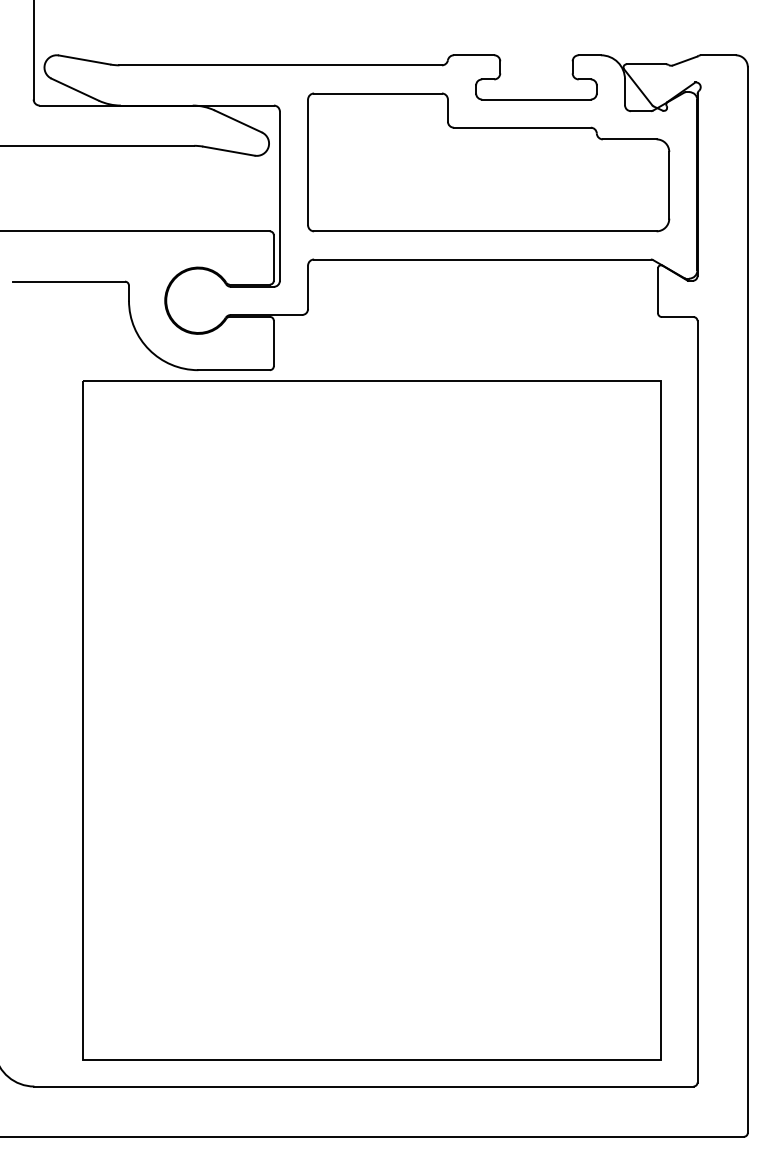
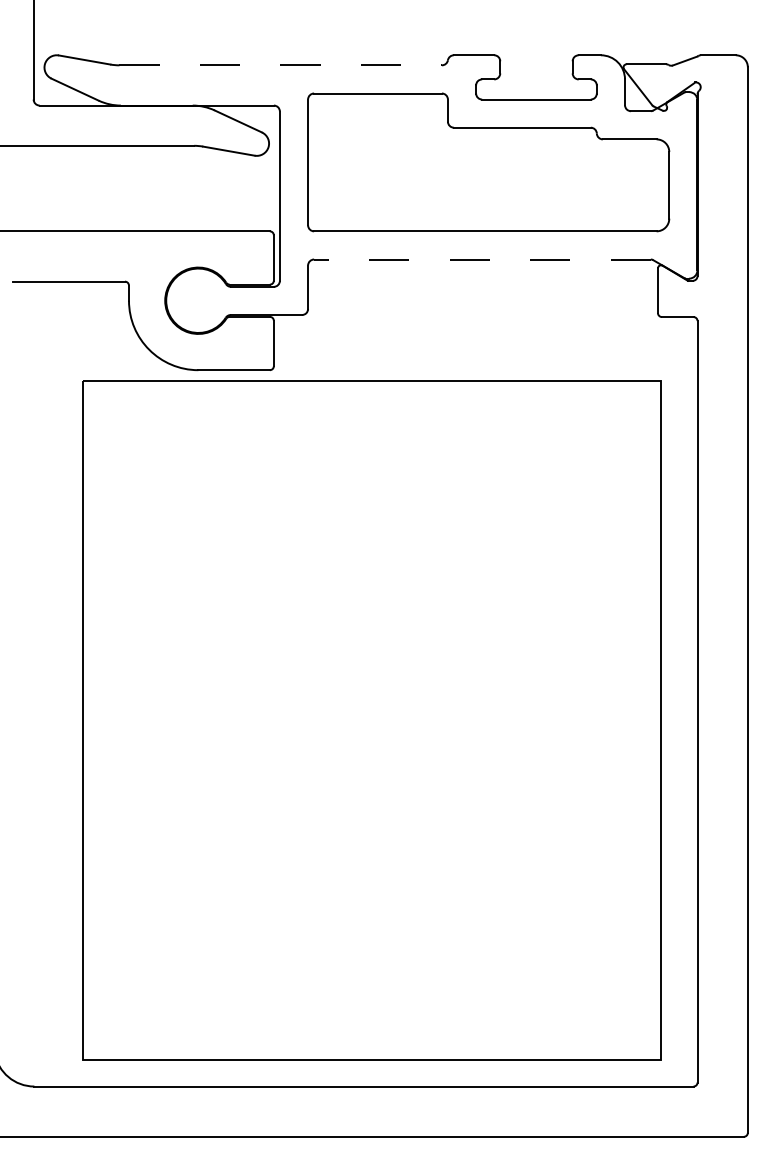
line at (281, 65): solid -> dashed
line at (481, 259): solid -> dashed
